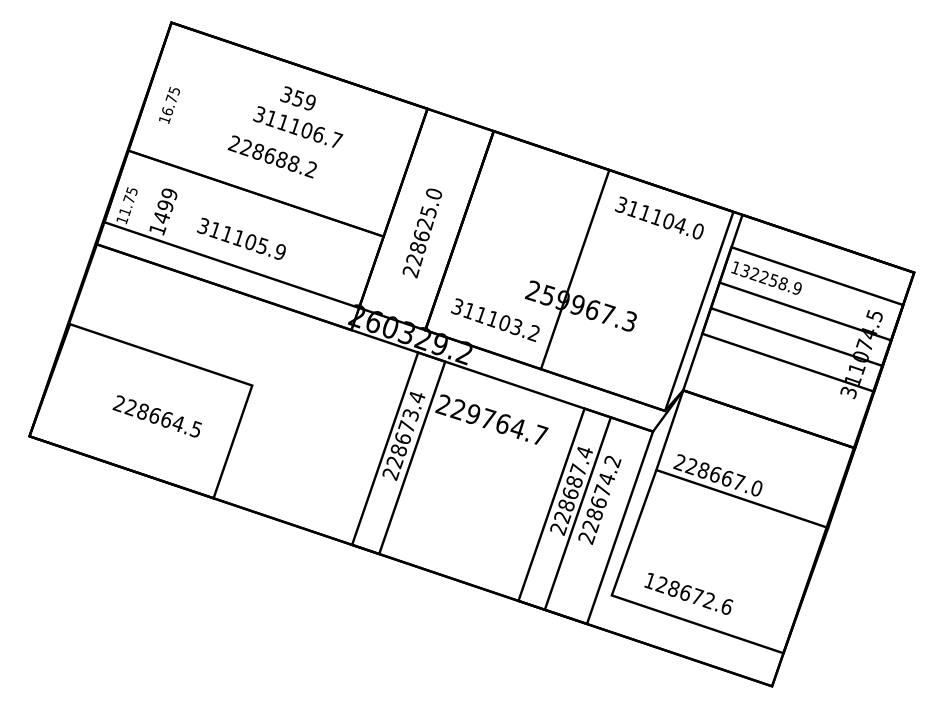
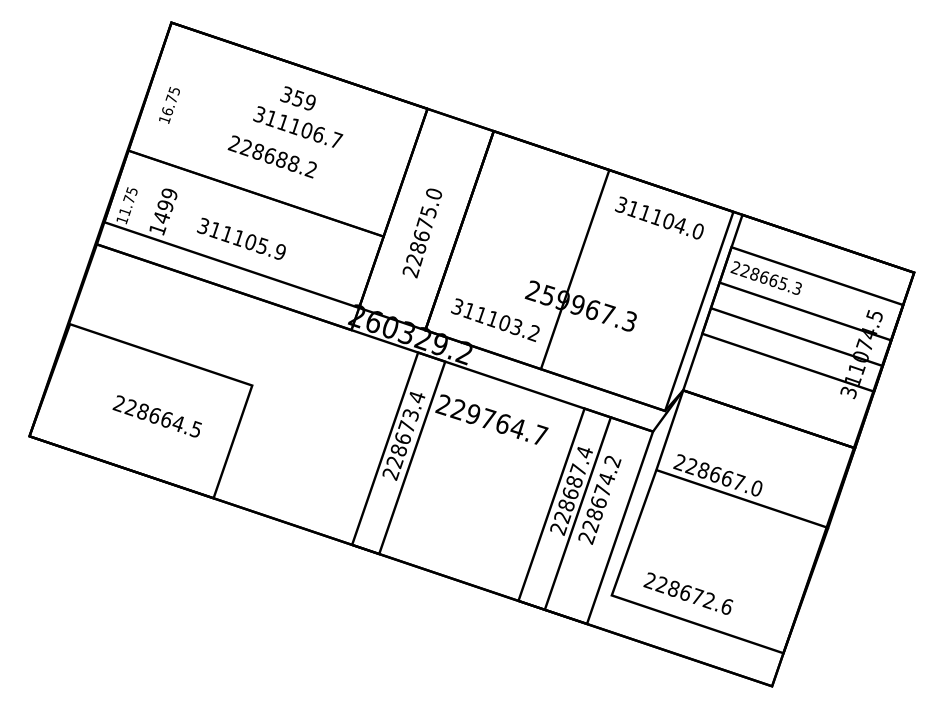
text at (424, 223): 228625.0 -> 228675.0
text at (765, 277): 132258.9 -> 228665.3
text at (649, 580): 128672.6 -> 228672.6
